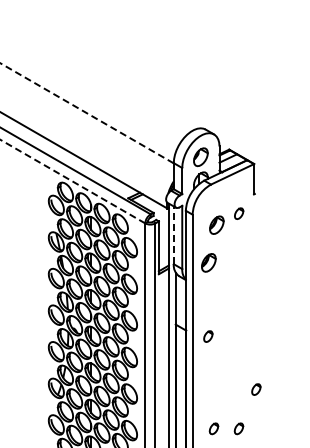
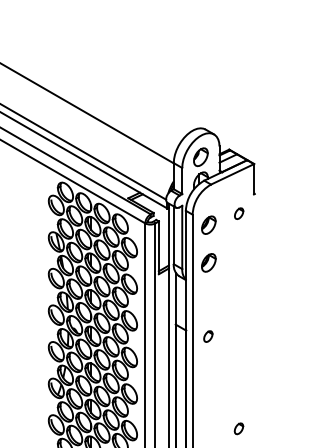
line at (87, 113): dashed -> solid
line at (84, 152): none -> present
line at (72, 181): dashed -> solid
part at (216, 224) position: (216, 224) -> (208, 224)
line at (173, 235): dashed -> solid
part at (256, 389): present -> none
part at (213, 428): present -> none
